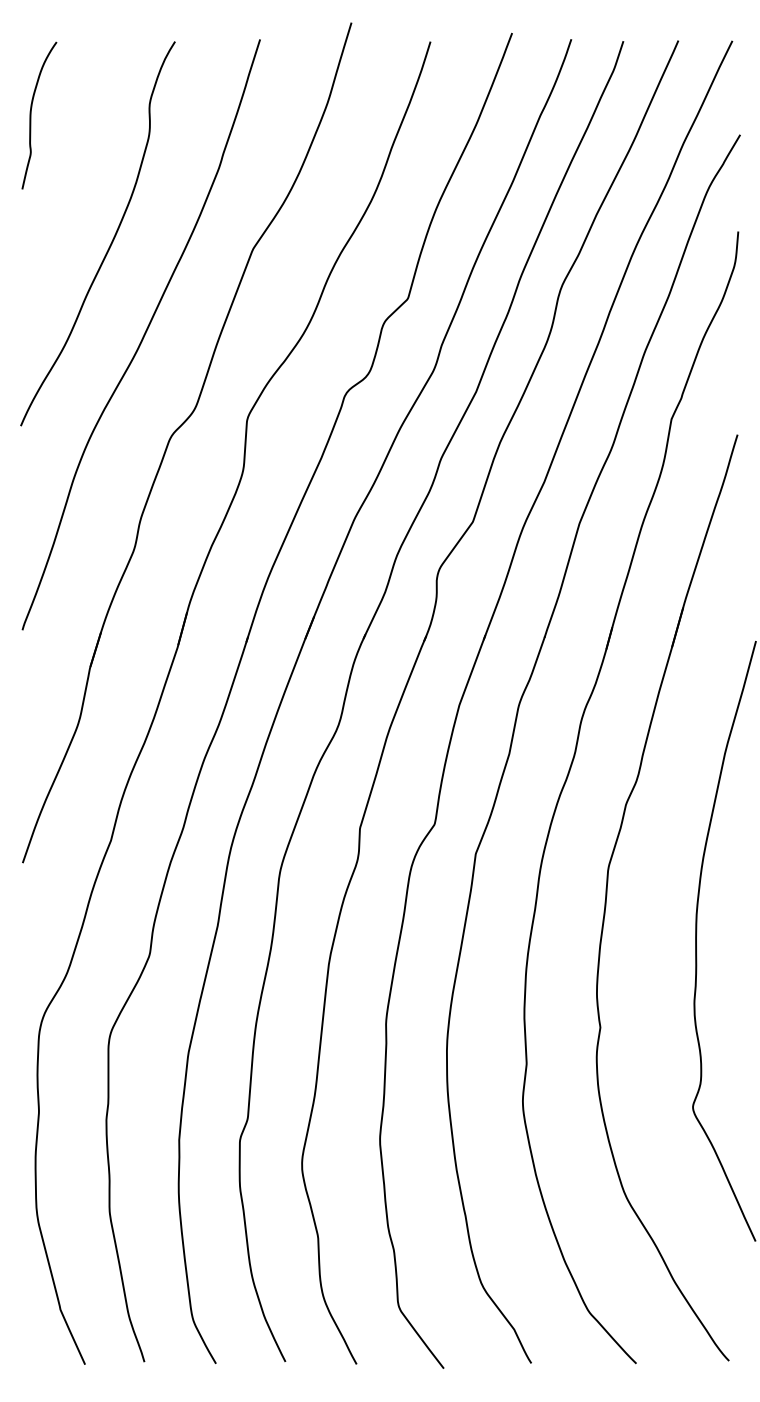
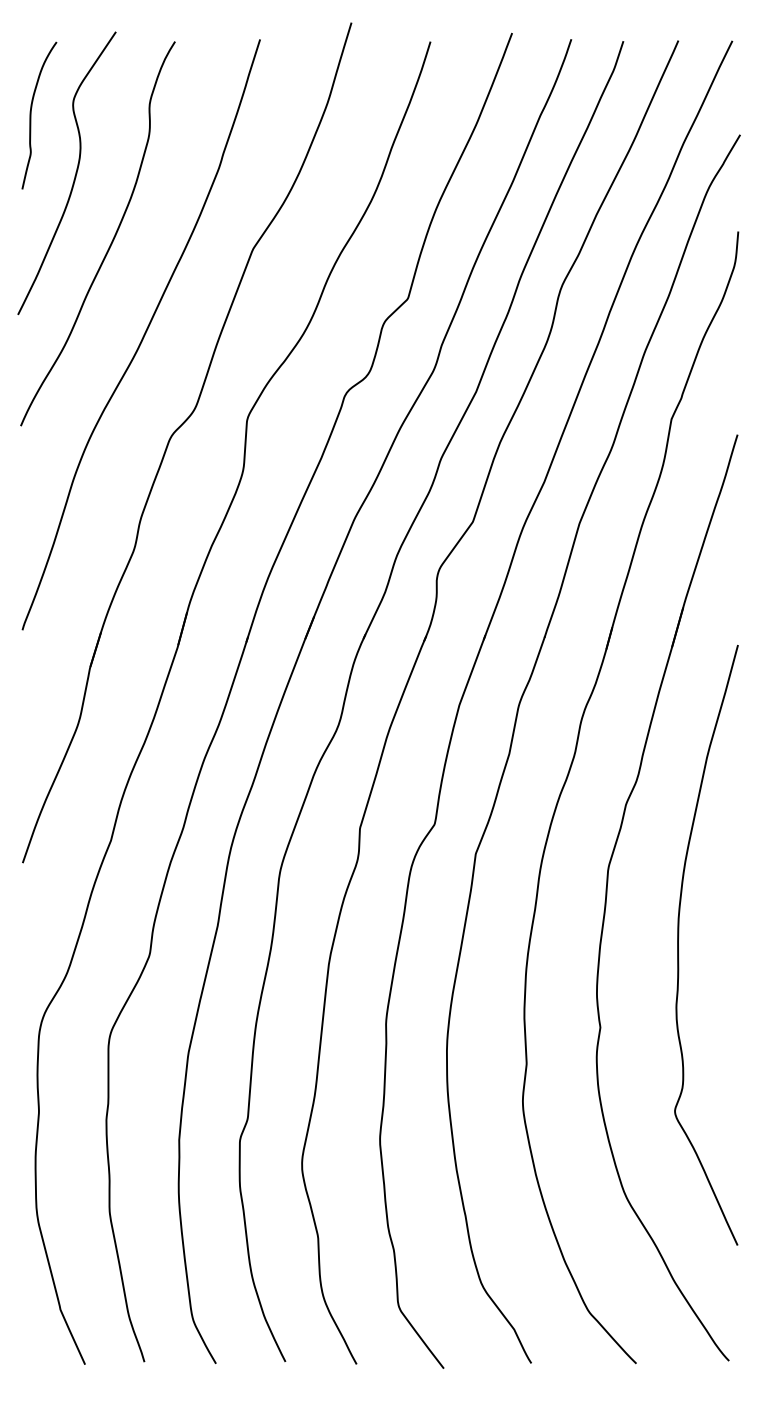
curve at (74, 175): none -> present
curve at (696, 941) position: (696, 941) -> (678, 945)
